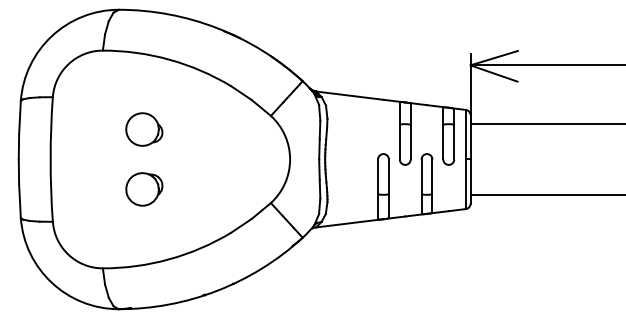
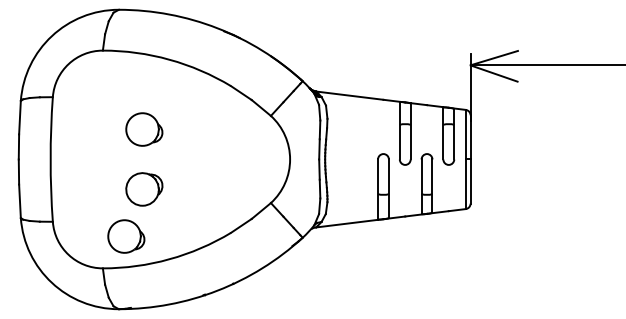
line at (546, 124): present -> none
line at (546, 194): present -> none
part at (126, 236): none -> present
